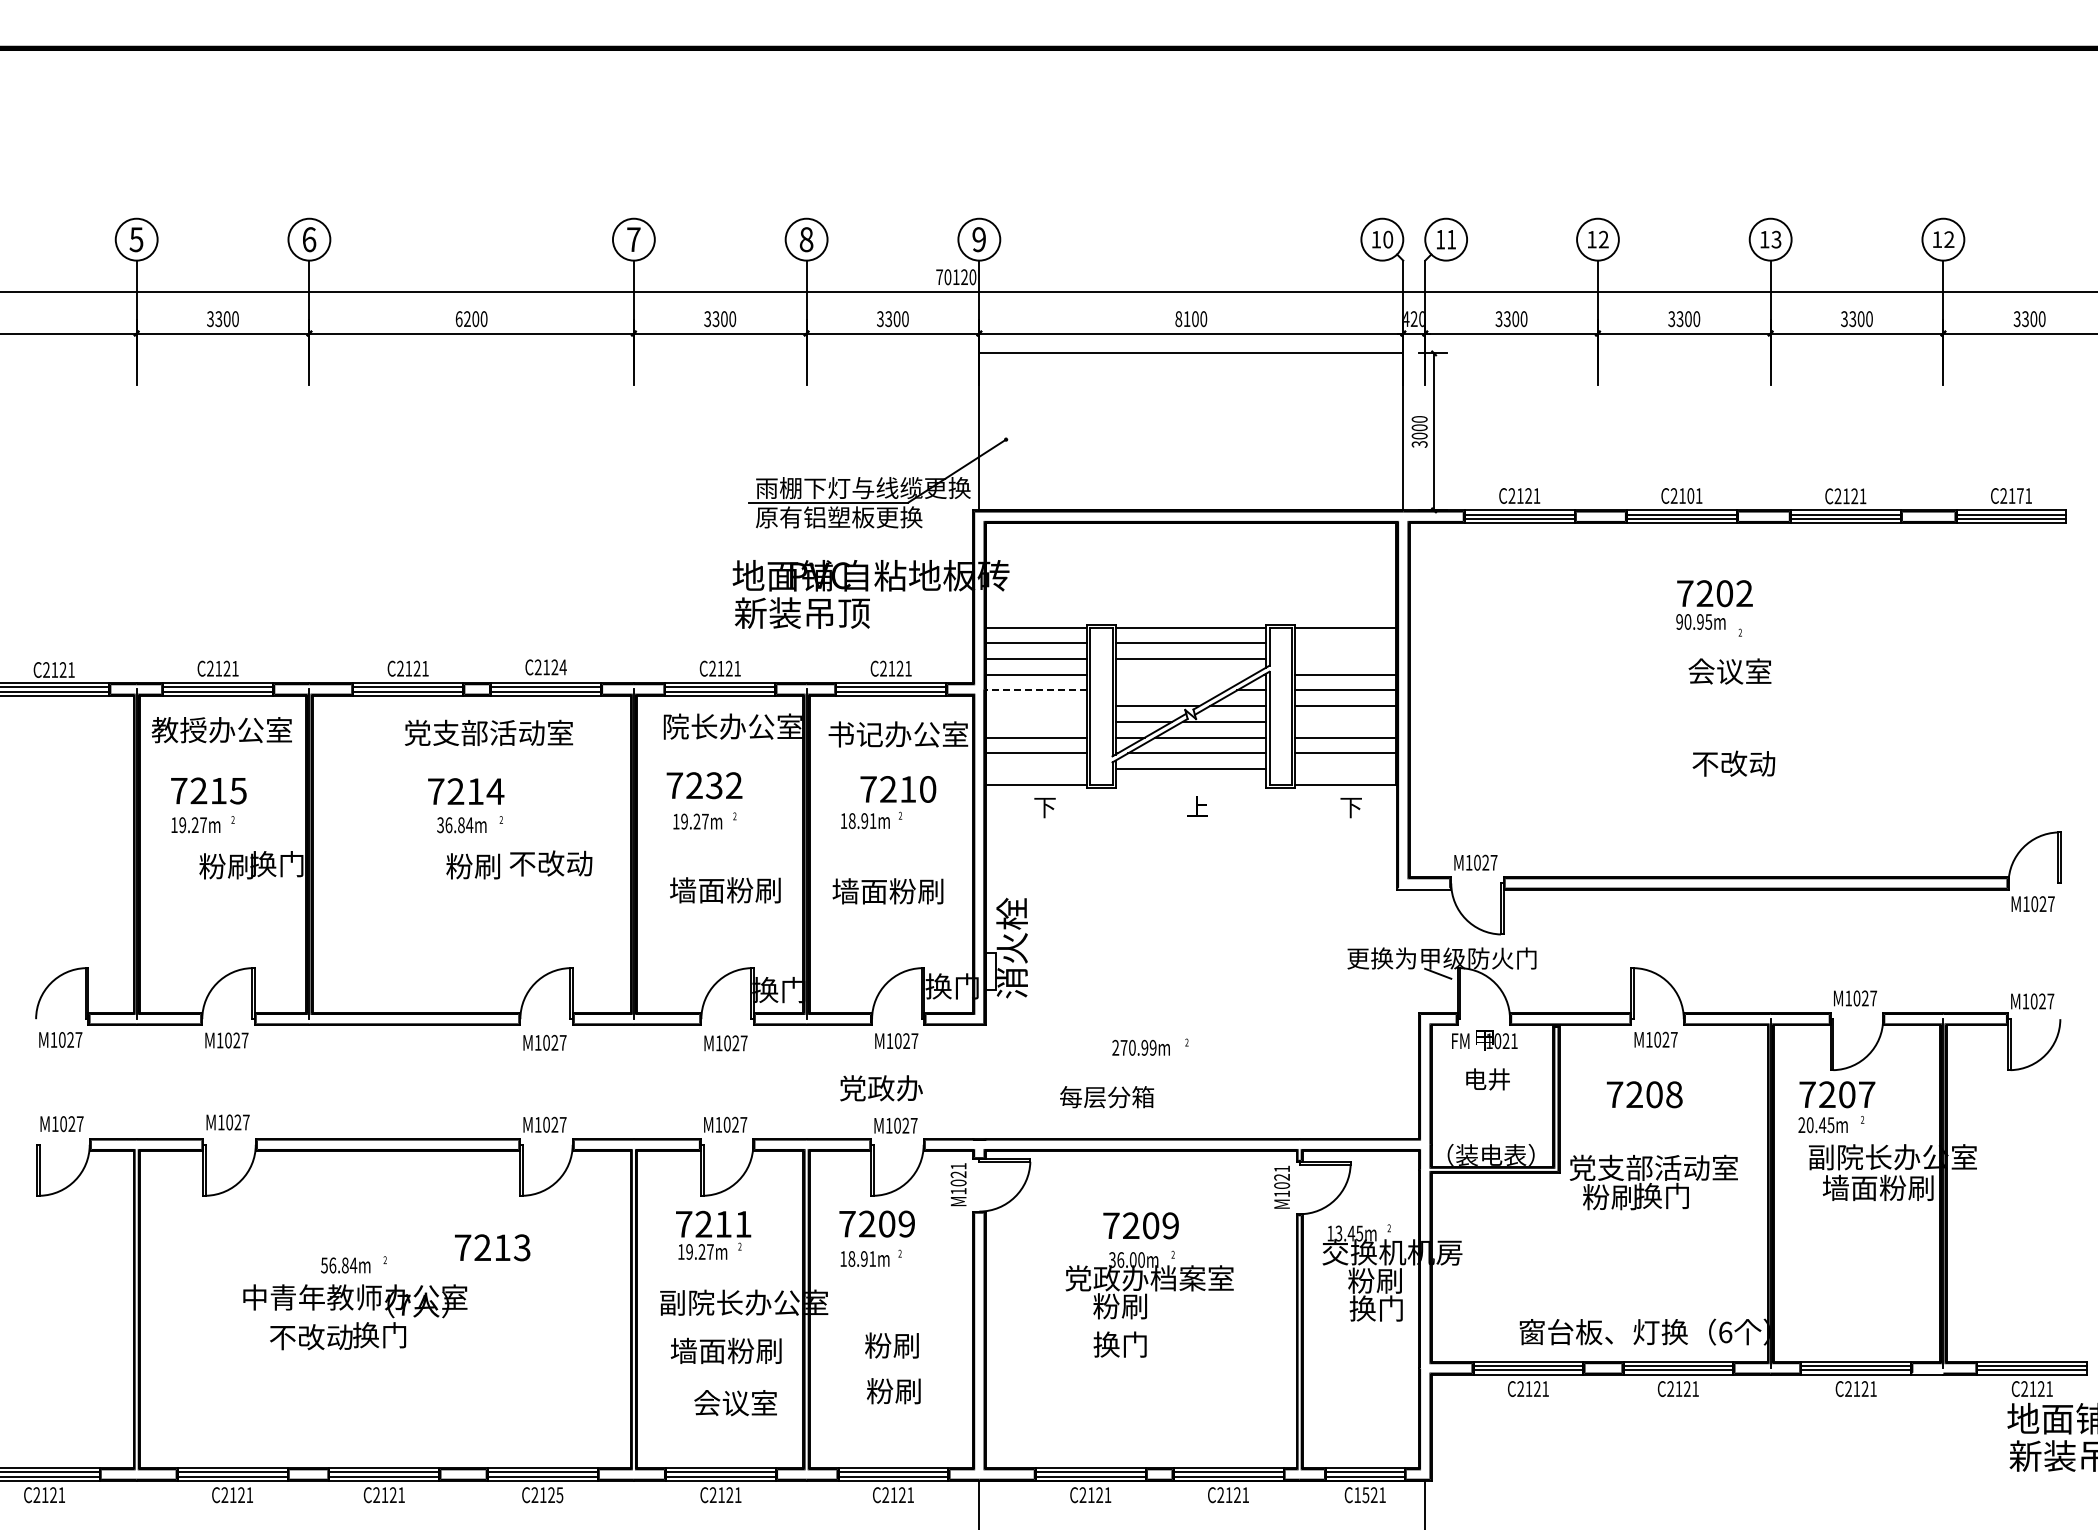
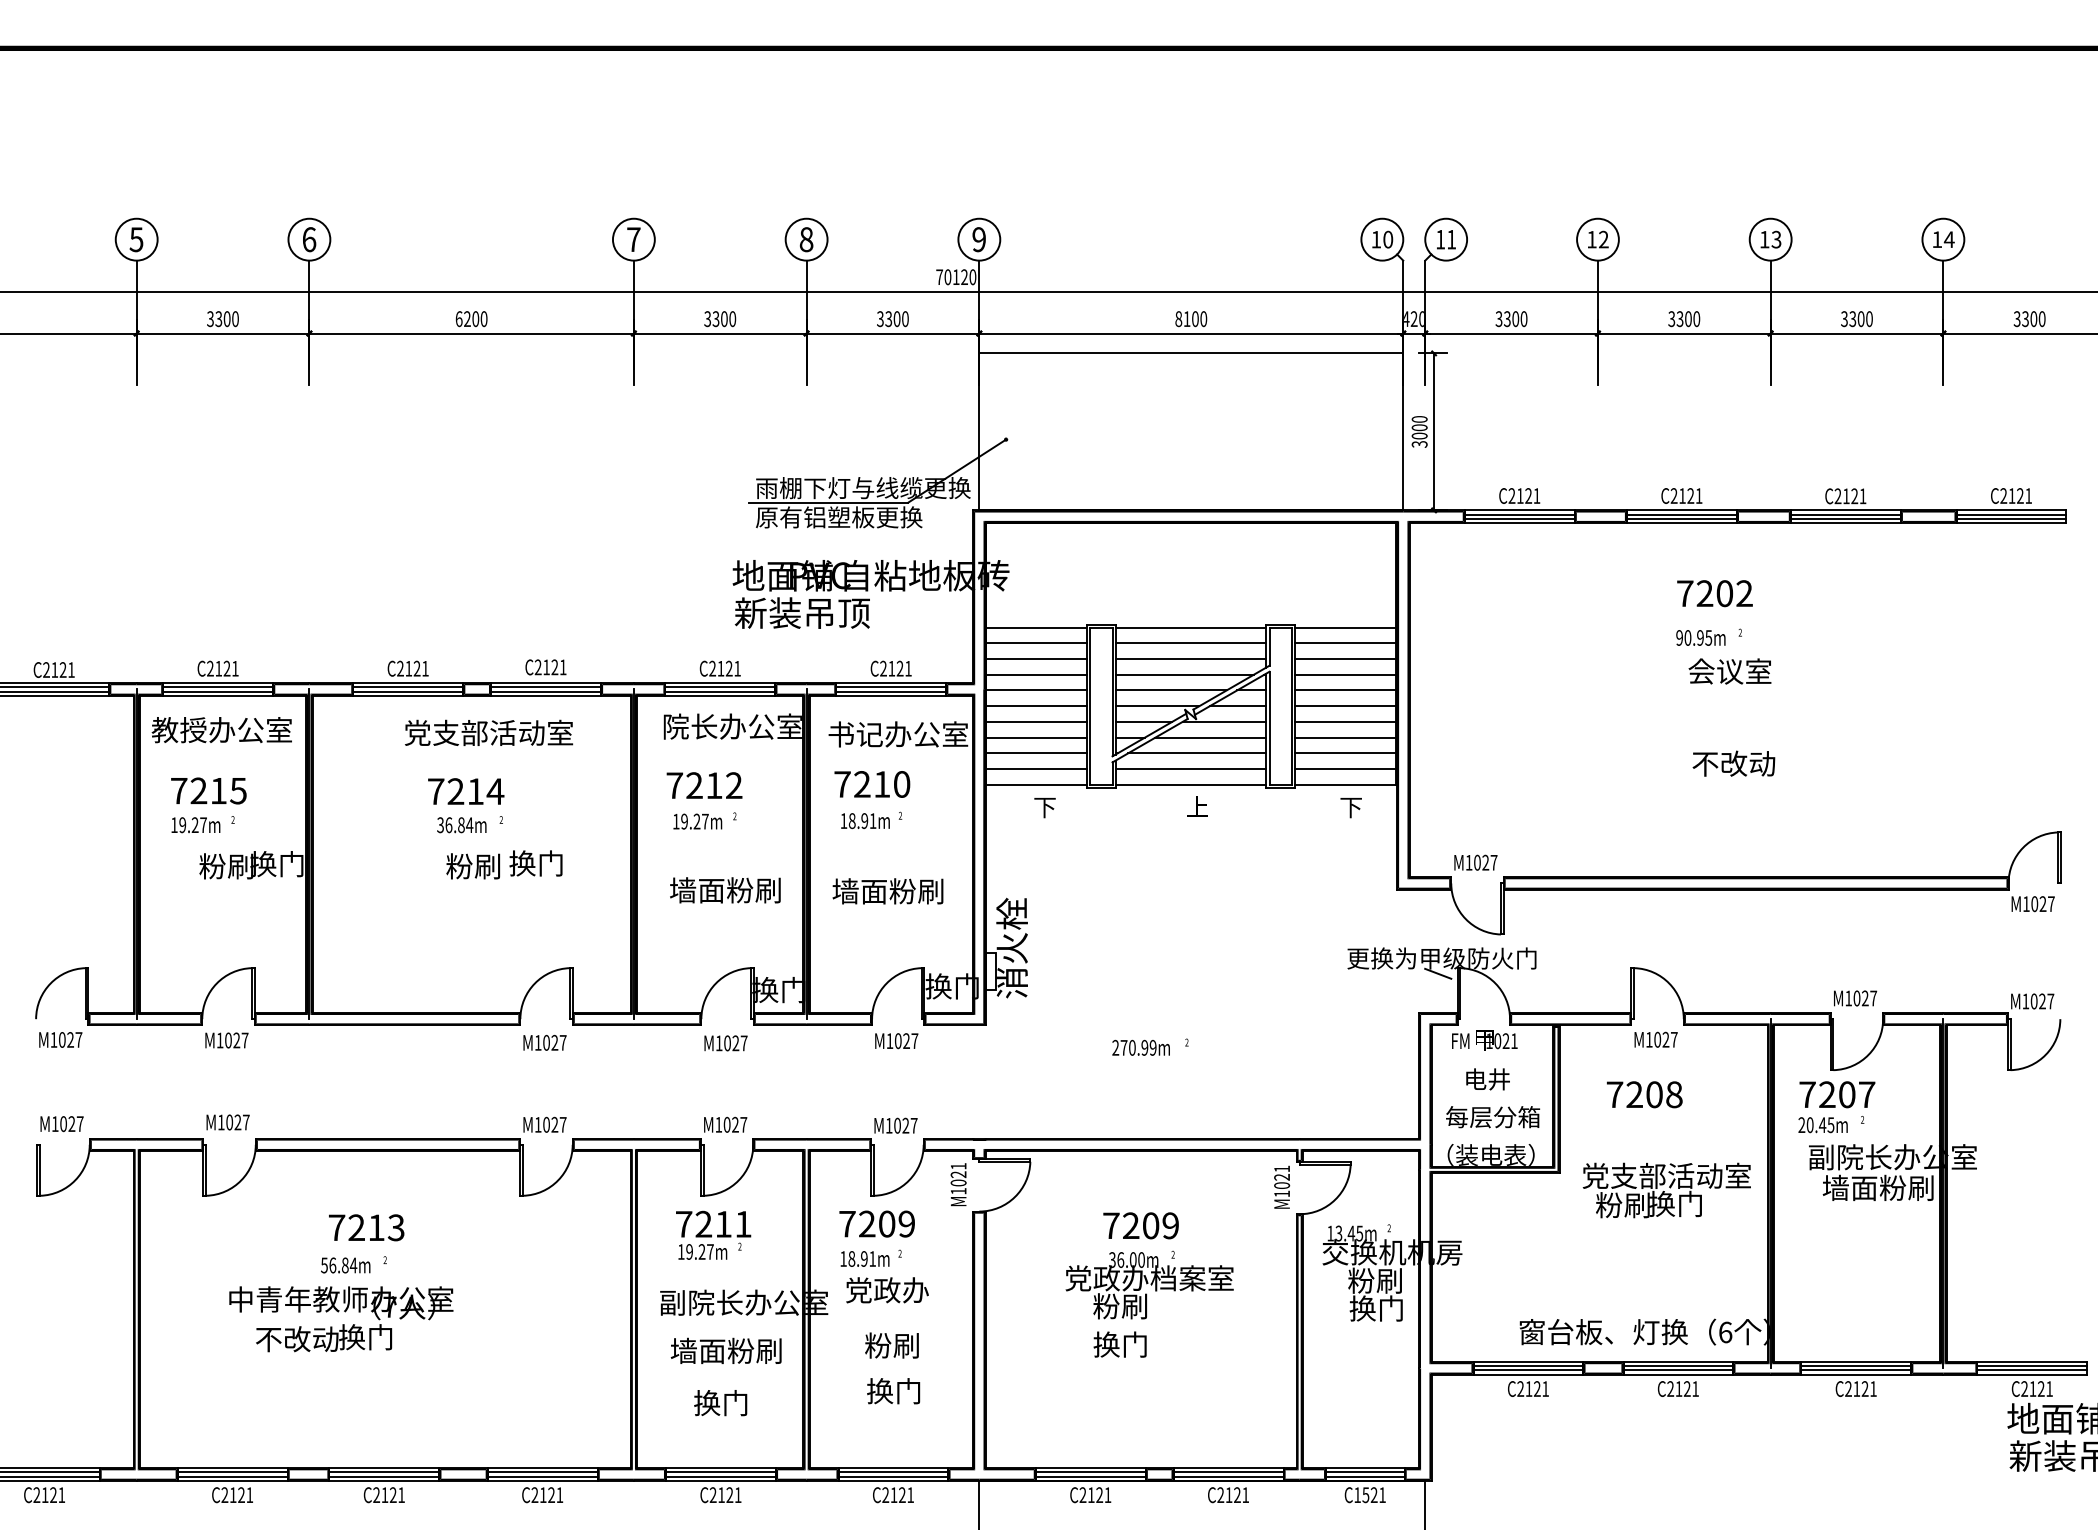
text at (1948, 239): 12 -> 14
text at (1690, 495): C2101 -> C2121
text at (2020, 495): C2171 -> C2121
text at (1700, 621) position: (1700, 621) -> (1700, 637)
line at (1345, 643): none -> present
line at (1345, 659): none -> present
text at (562, 667): C2124 -> C2121
line at (1184, 674): none -> present
line at (1036, 690): dashed -> solid
line at (1170, 690): none -> present
line at (1036, 706): none -> present
line at (1036, 721): none -> present
line at (1345, 721): none -> present
line at (1036, 769): none -> present
line at (1345, 769): none -> present
line at (1190, 784): none -> present
text at (713, 785): 7232 -> 7212
text at (898, 789) position: (898, 789) -> (872, 784)
text at (550, 863): 不改动 -> 换门
fill at (1423, 888): none -> present
text at (881, 1088) position: (881, 1088) -> (887, 1290)
text at (1107, 1097) position: (1107, 1097) -> (1493, 1117)
text at (1653, 1182) position: (1653, 1182) -> (1666, 1190)
text at (492, 1247) position: (492, 1247) -> (366, 1227)
text at (355, 1317) position: (355, 1317) -> (341, 1319)
fill at (1927, 1373): none -> present
text at (893, 1391): 粉刷 -> 换门
text at (735, 1403): 会议室 -> 换门
text at (559, 1495): C2125 -> C2121
